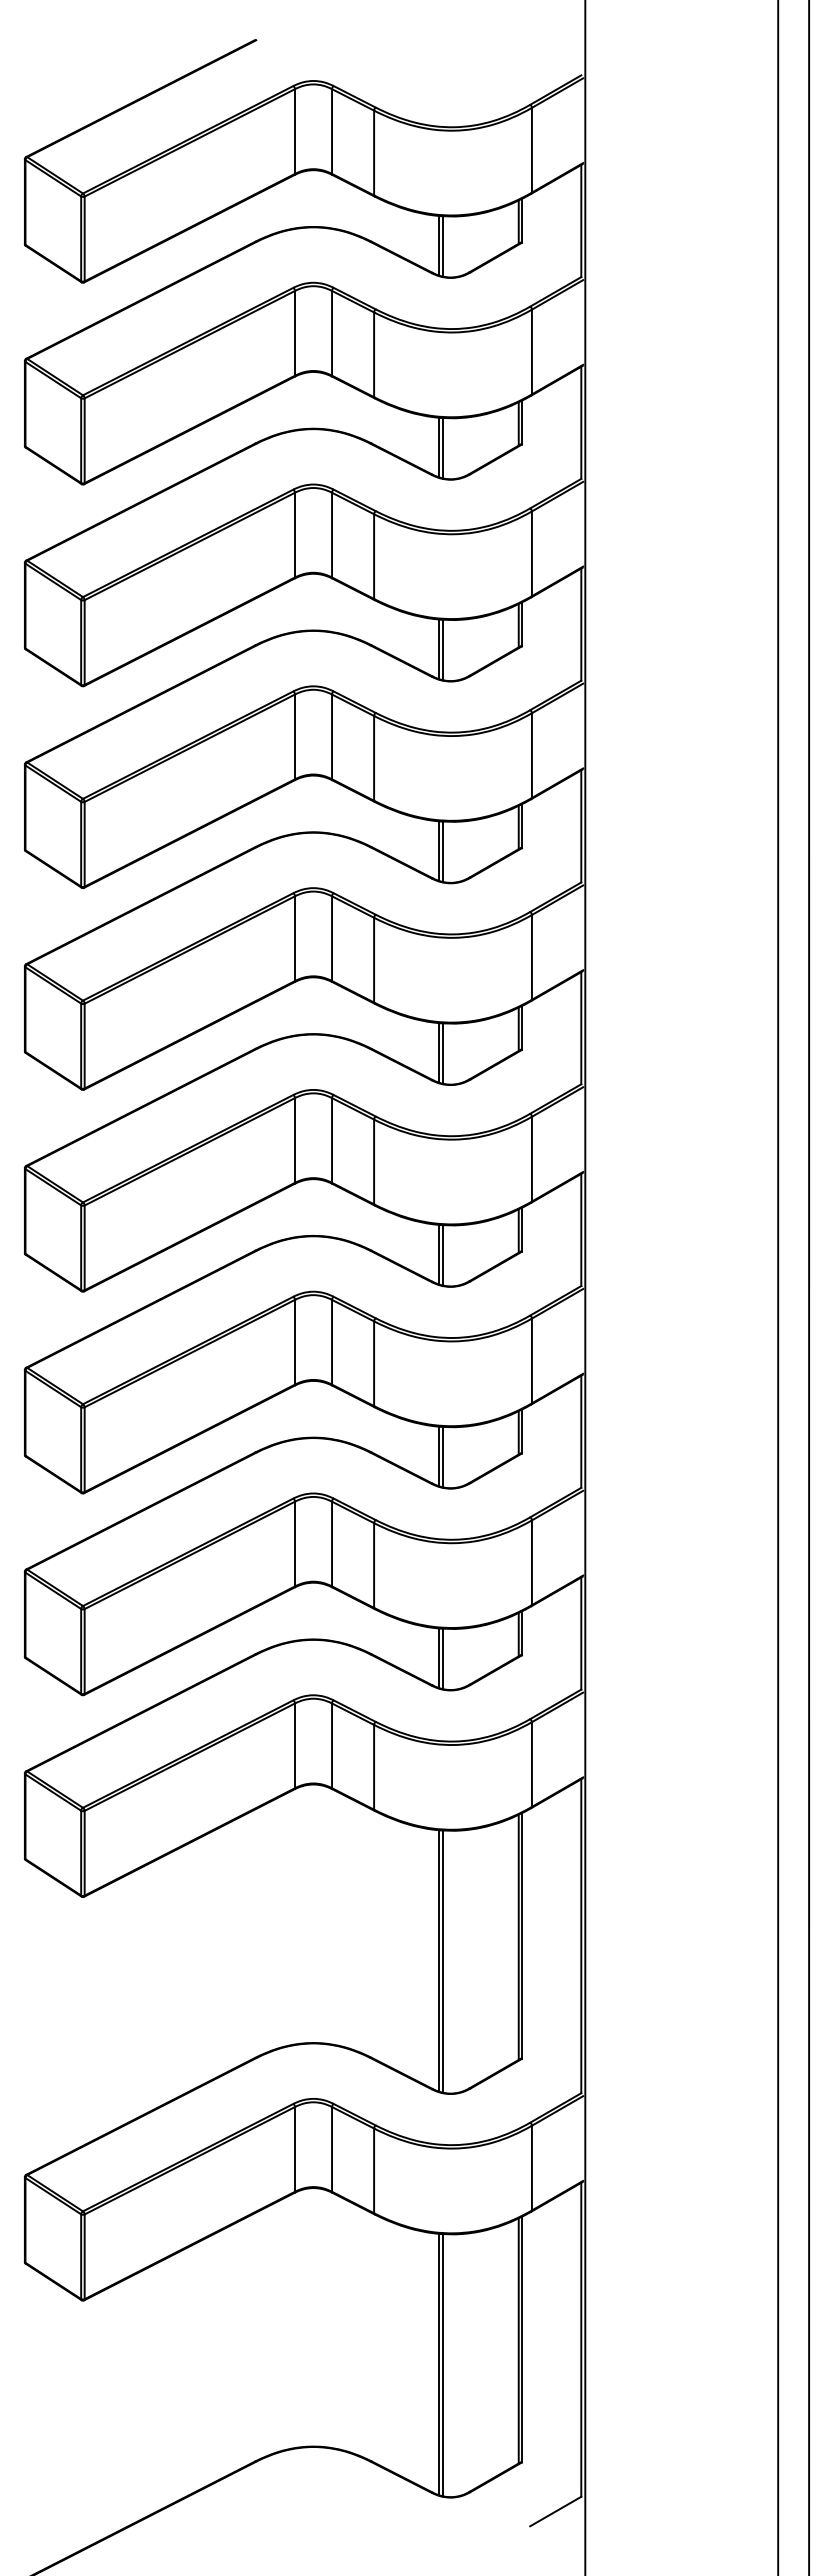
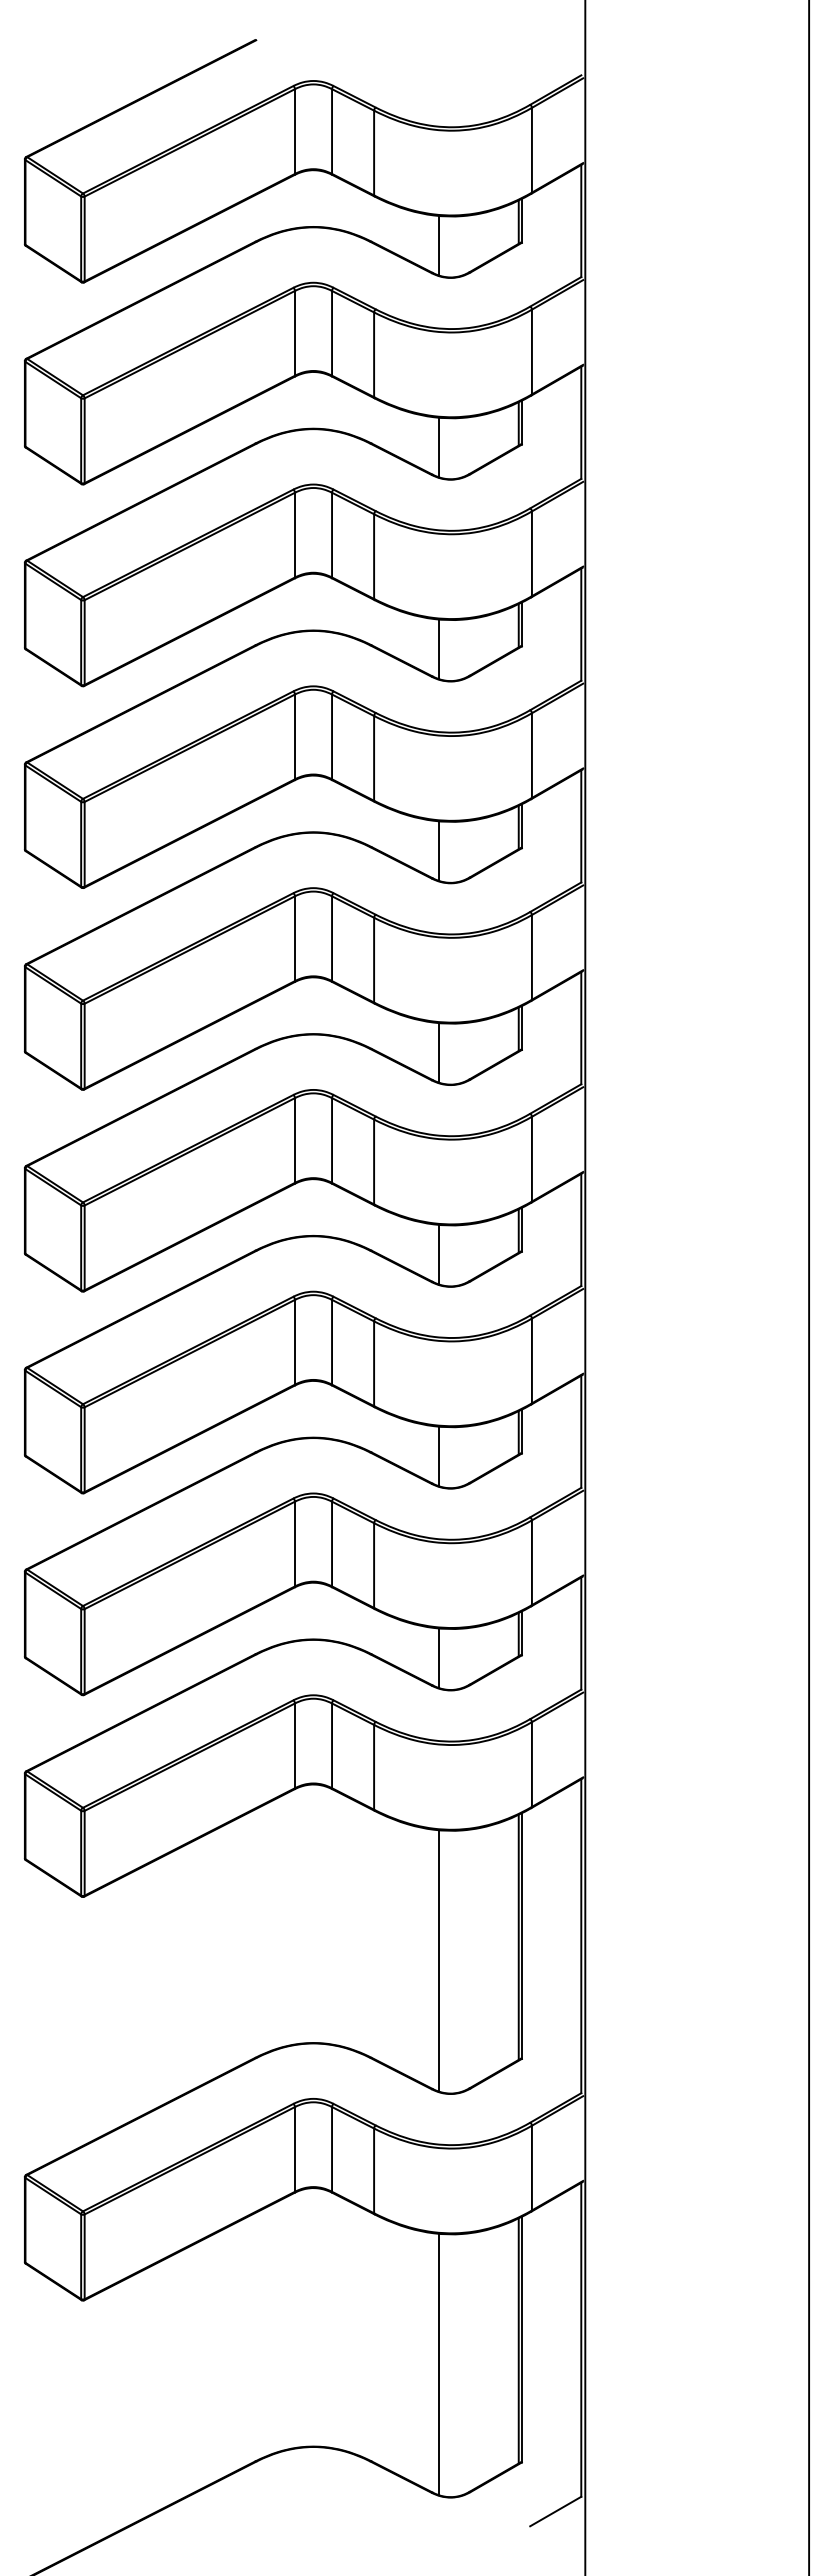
line at (442, 246): present -> none
line at (442, 448): present -> none
line at (442, 649): present -> none
line at (442, 851): present -> none
line at (442, 1053): present -> none
line at (442, 1255): present -> none
line at (778, 1287): present -> none
line at (442, 1456): present -> none
line at (442, 1658): present -> none
line at (442, 1961): present -> none
line at (442, 2365): present -> none
